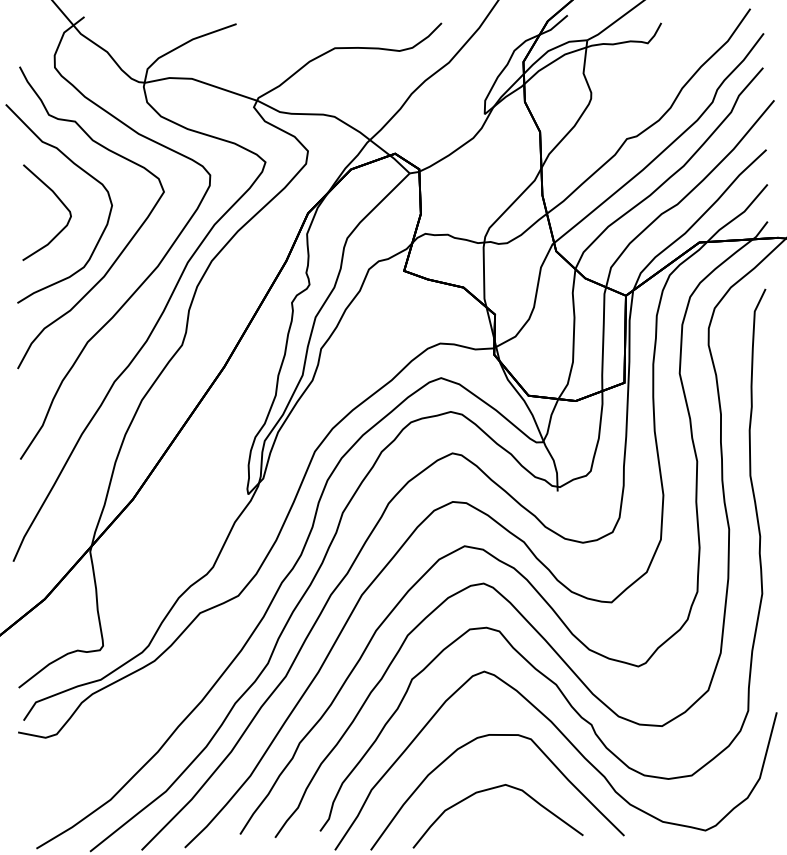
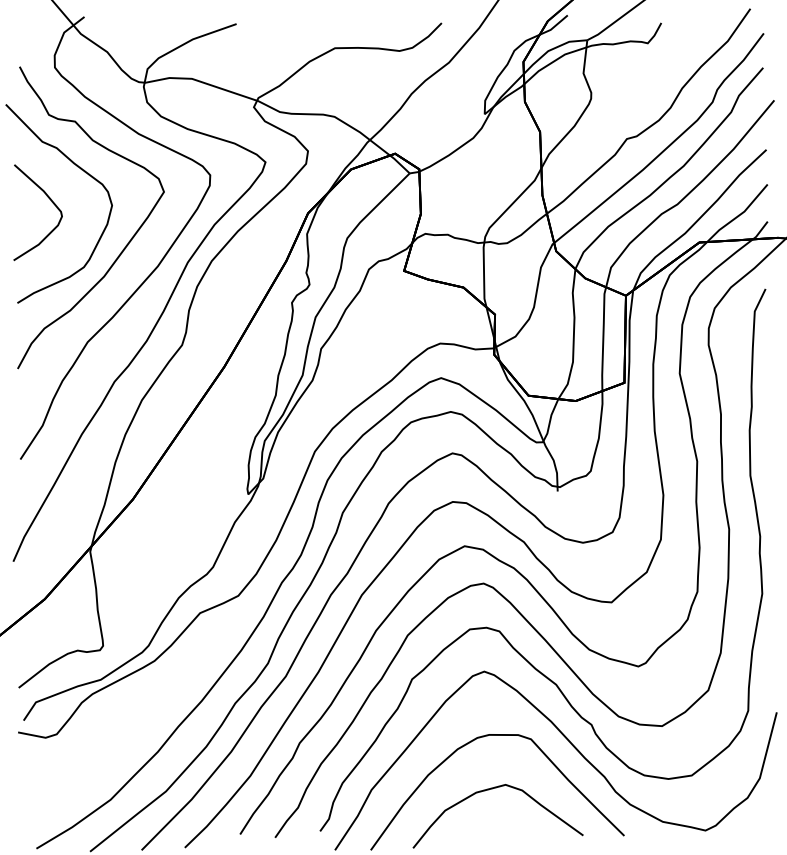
curve at (60, 202) position: (60, 202) -> (51, 202)
